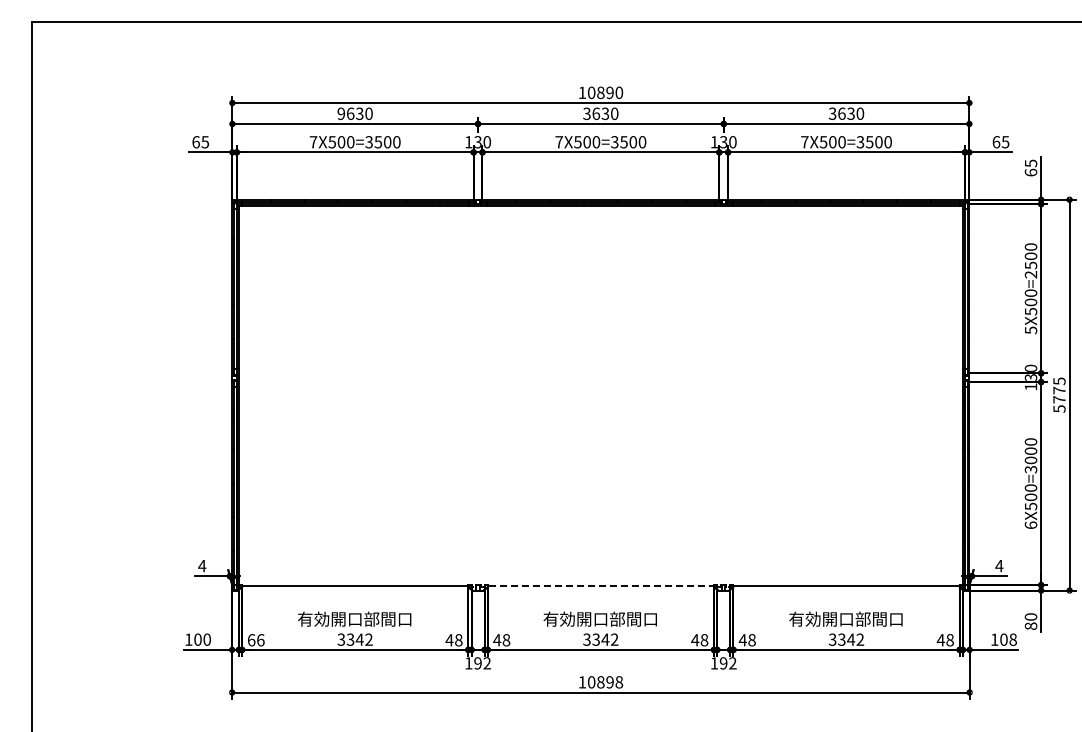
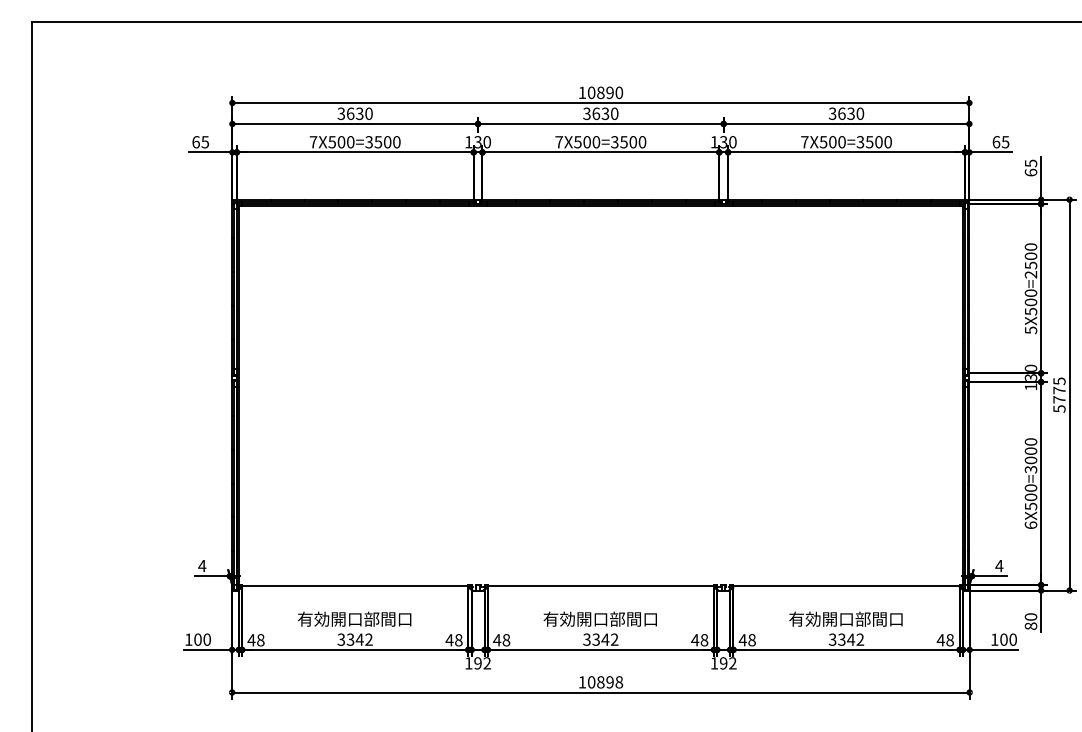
text at (341, 113): 9630 -> 3630
line at (600, 586): dashed -> solid
text at (1012, 639): 108 -> 100
text at (255, 640): 66 -> 48
